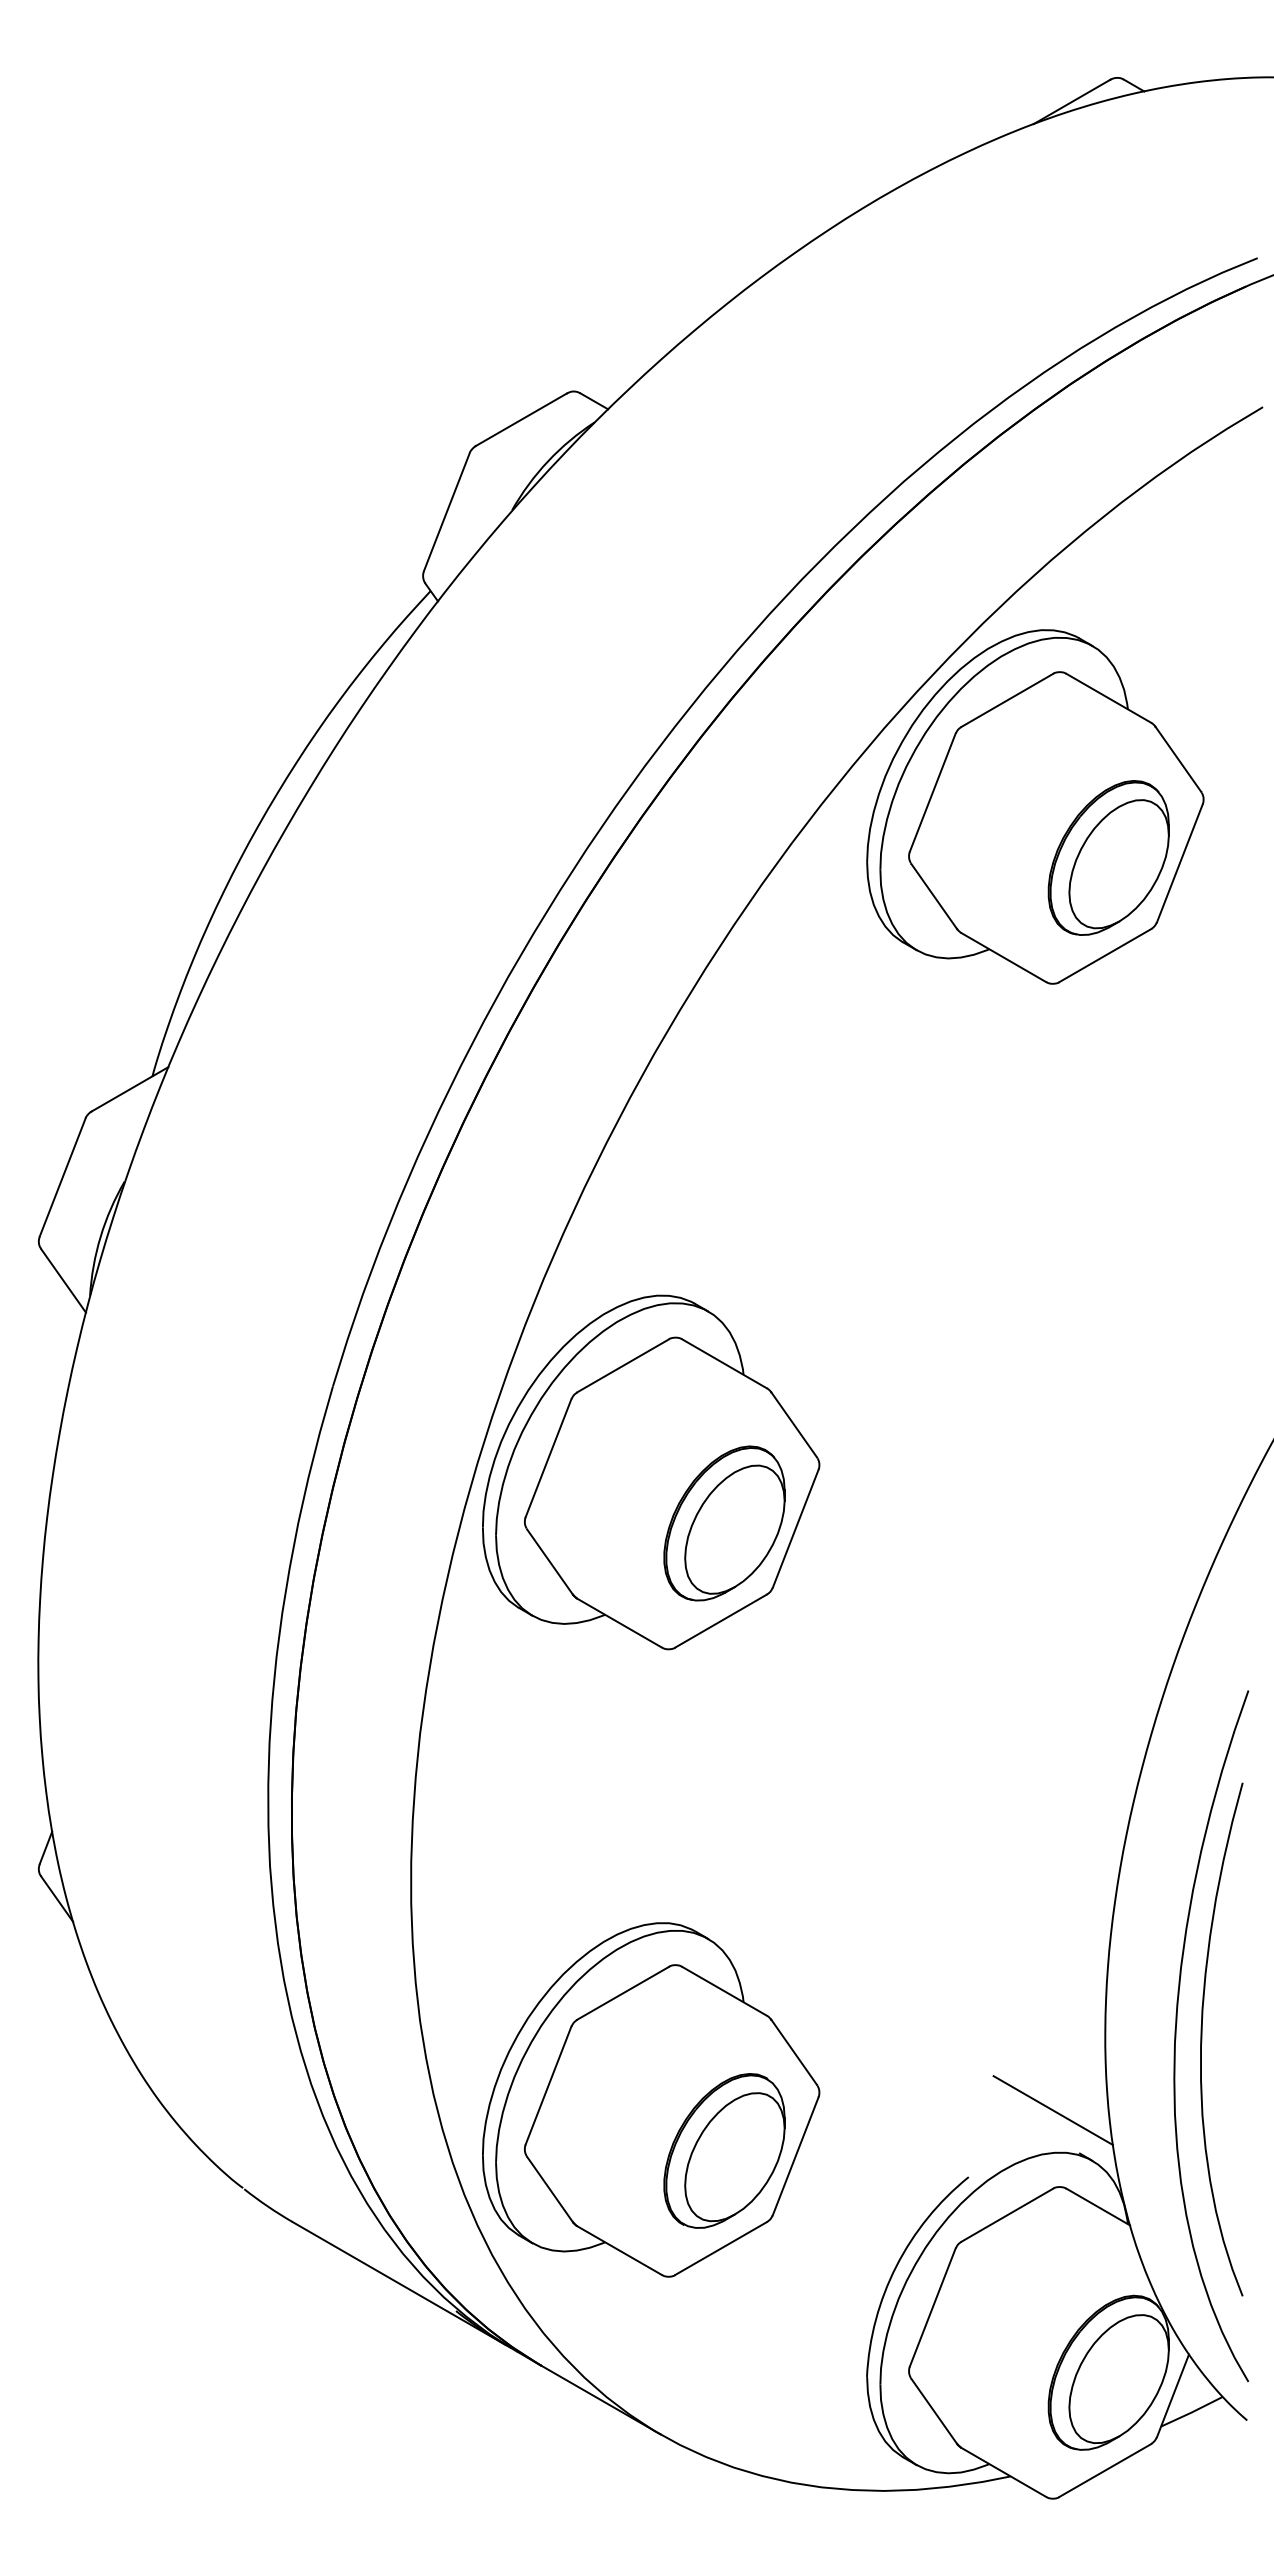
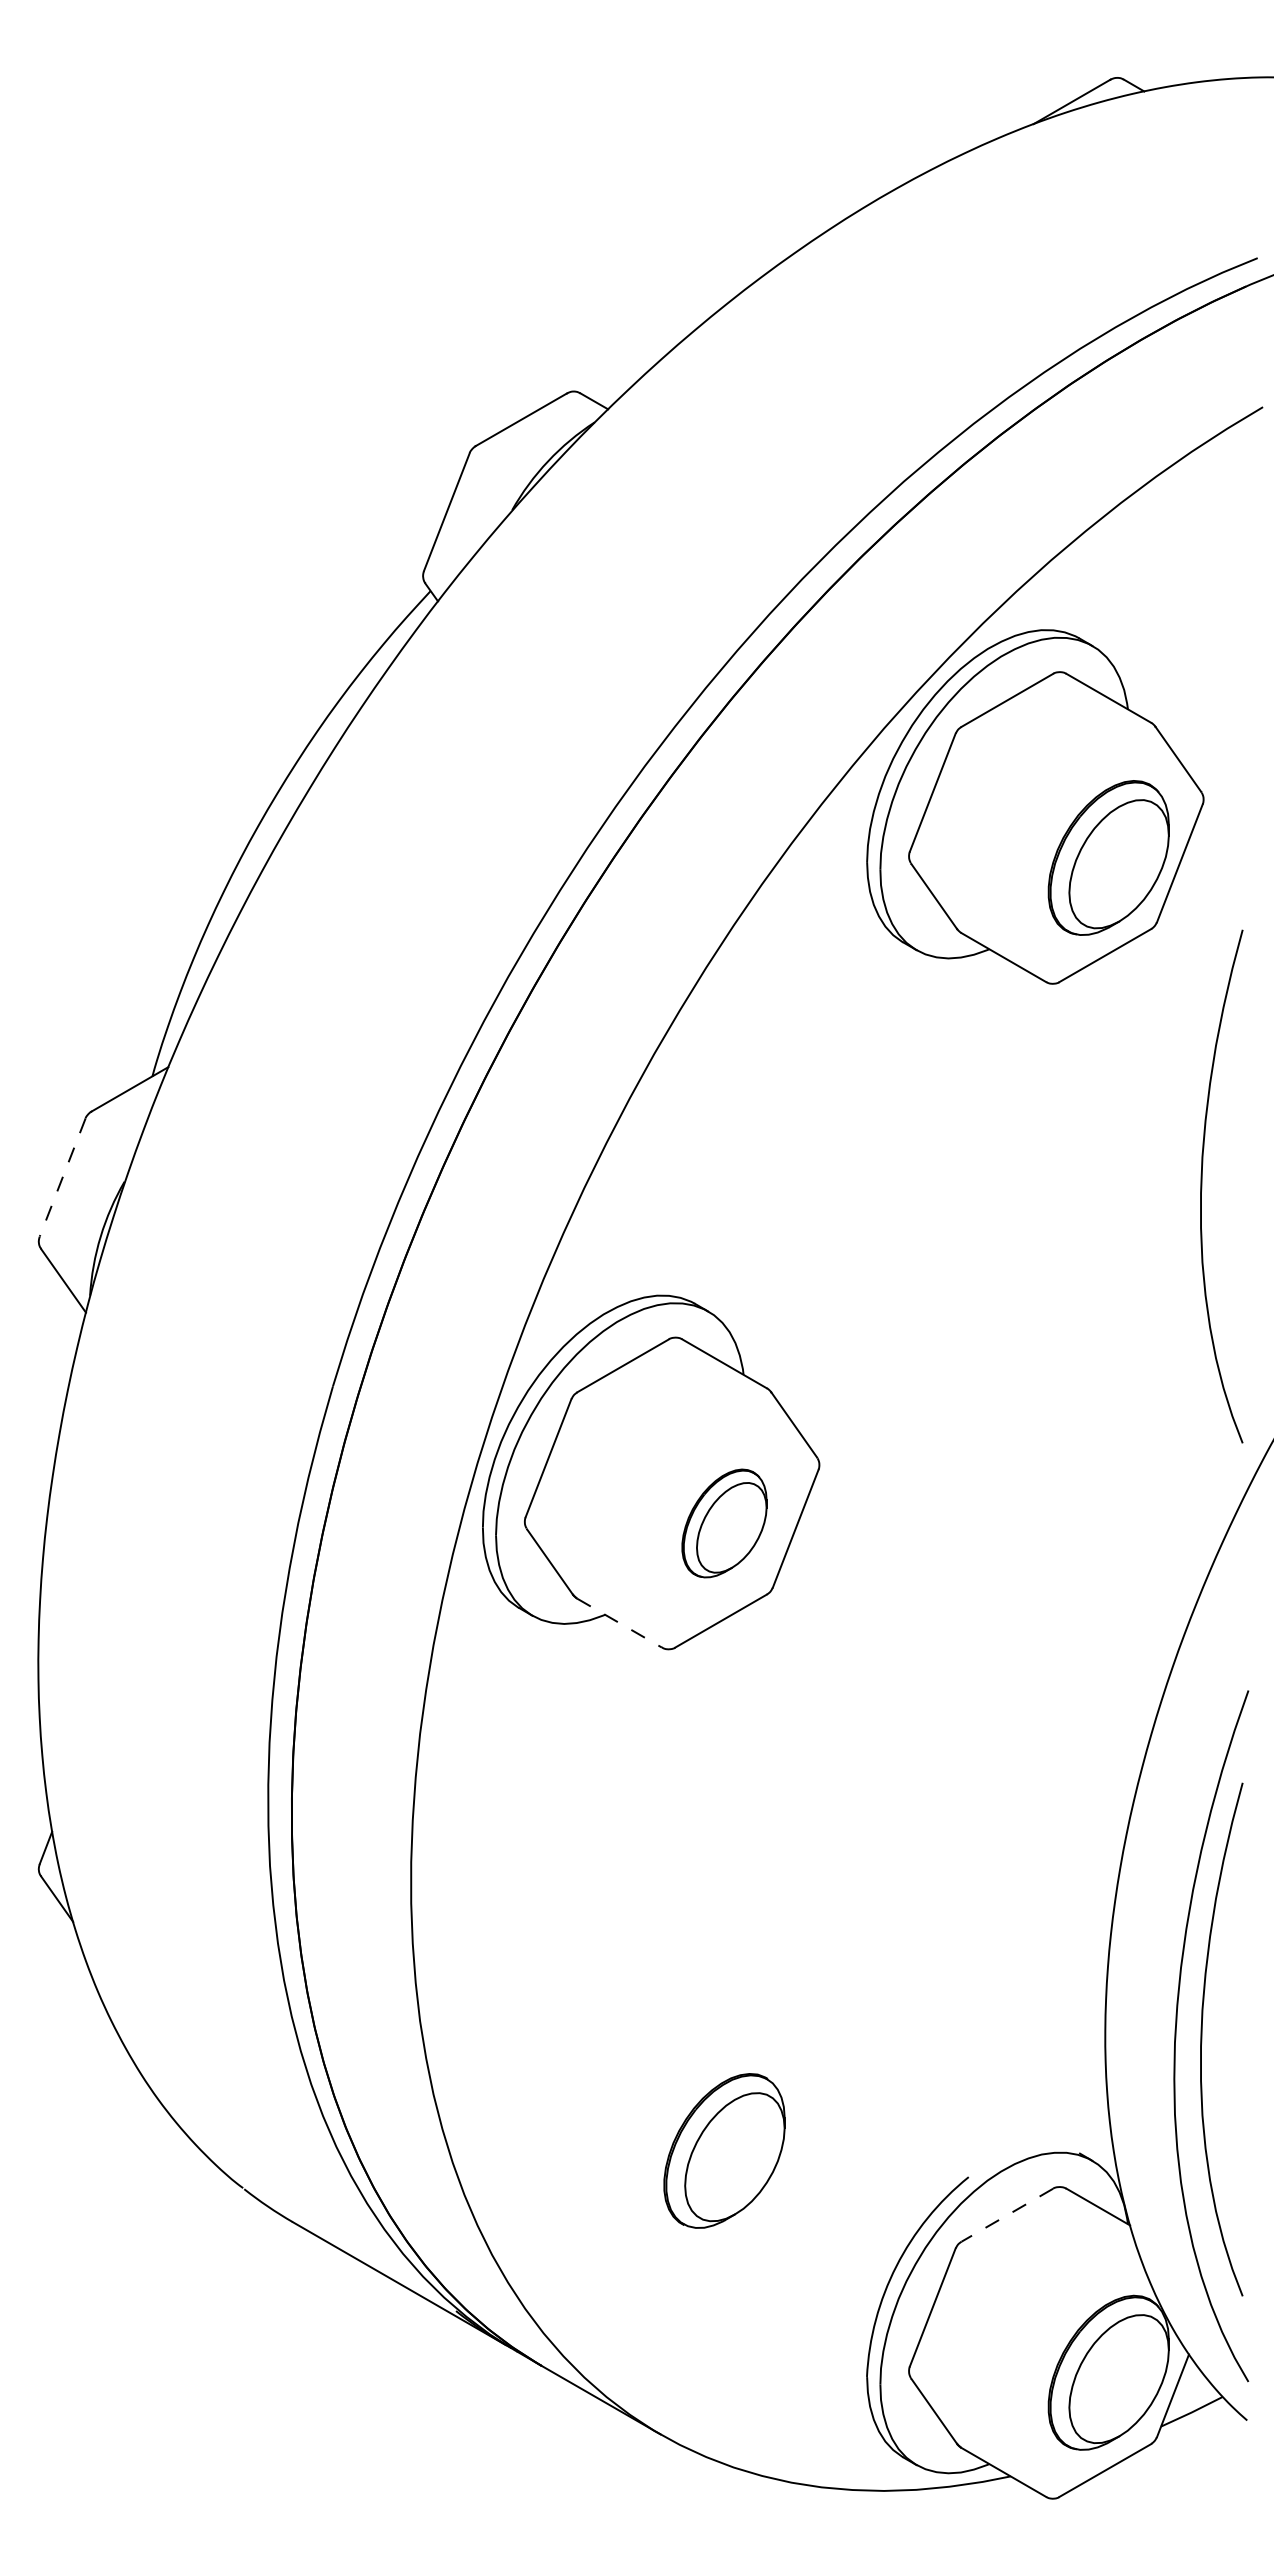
line at (62, 1177): solid -> dashed
curve at (1202, 1186): none -> present
part at (724, 1523) size: 123x157 px -> 87x111 px
line at (619, 1623): solid -> dashed
part at (651, 2099): present -> none
line at (1052, 2110): present -> none
line at (1007, 2215): solid -> dashed
